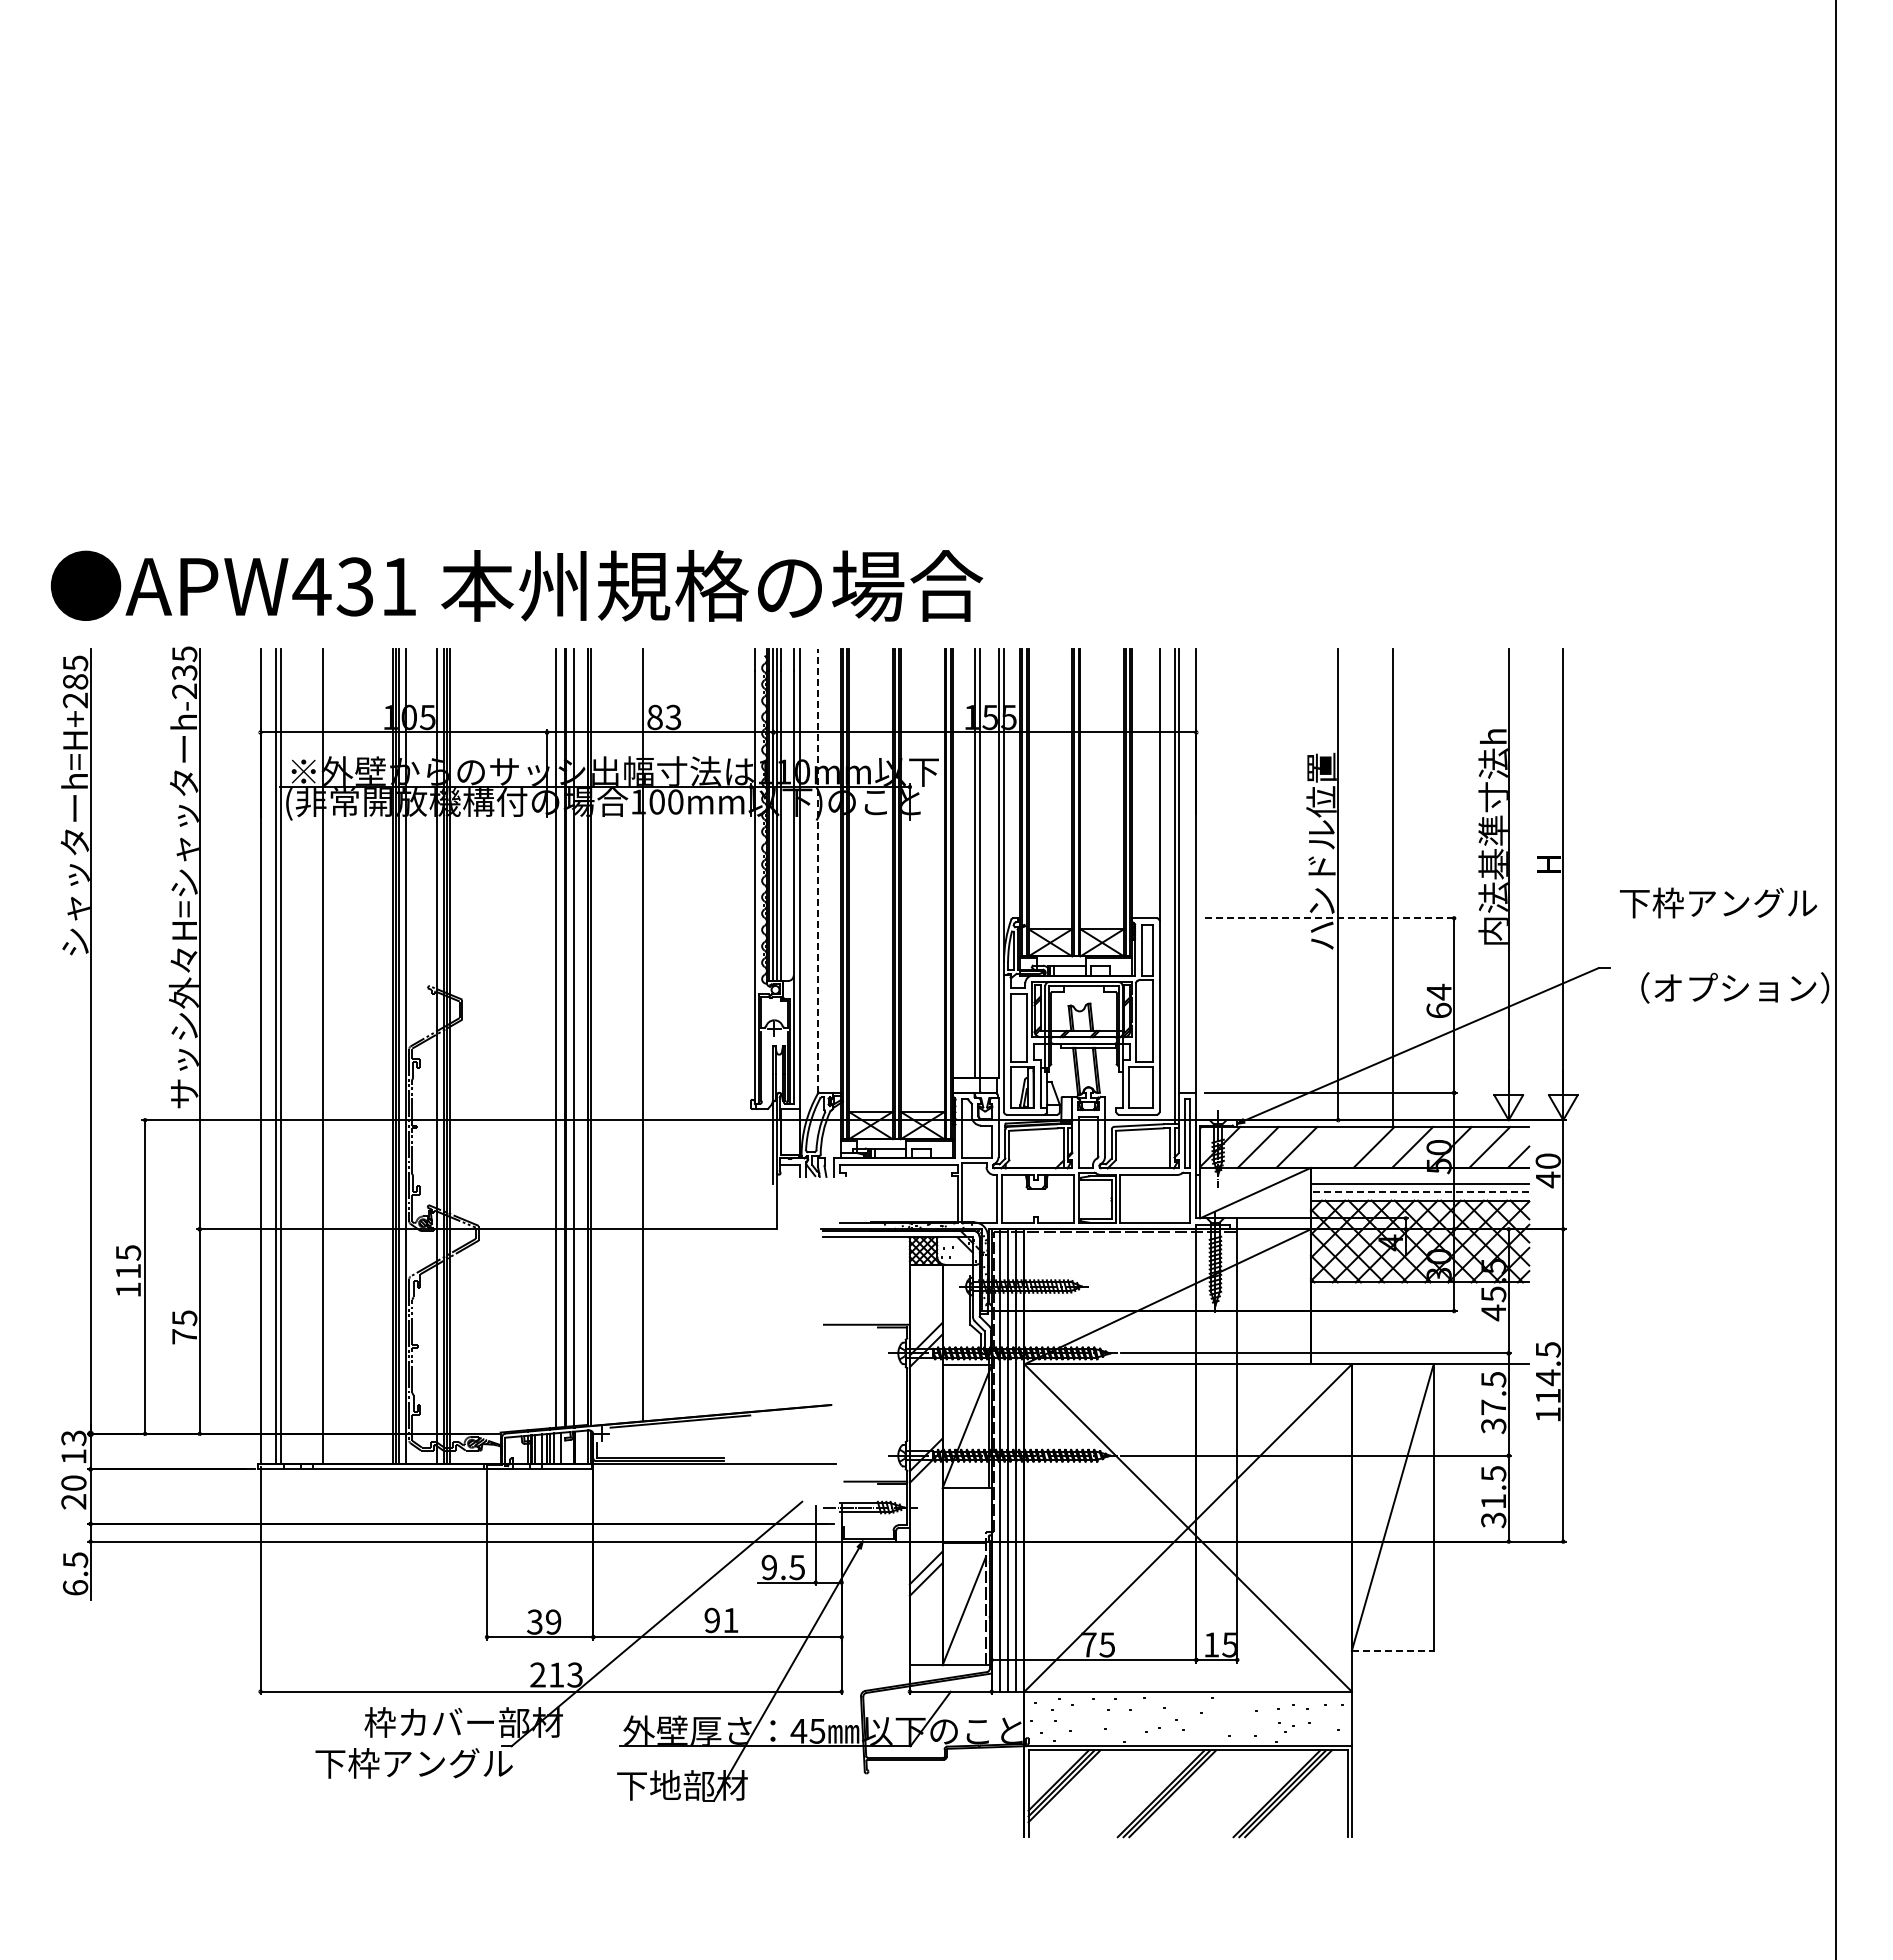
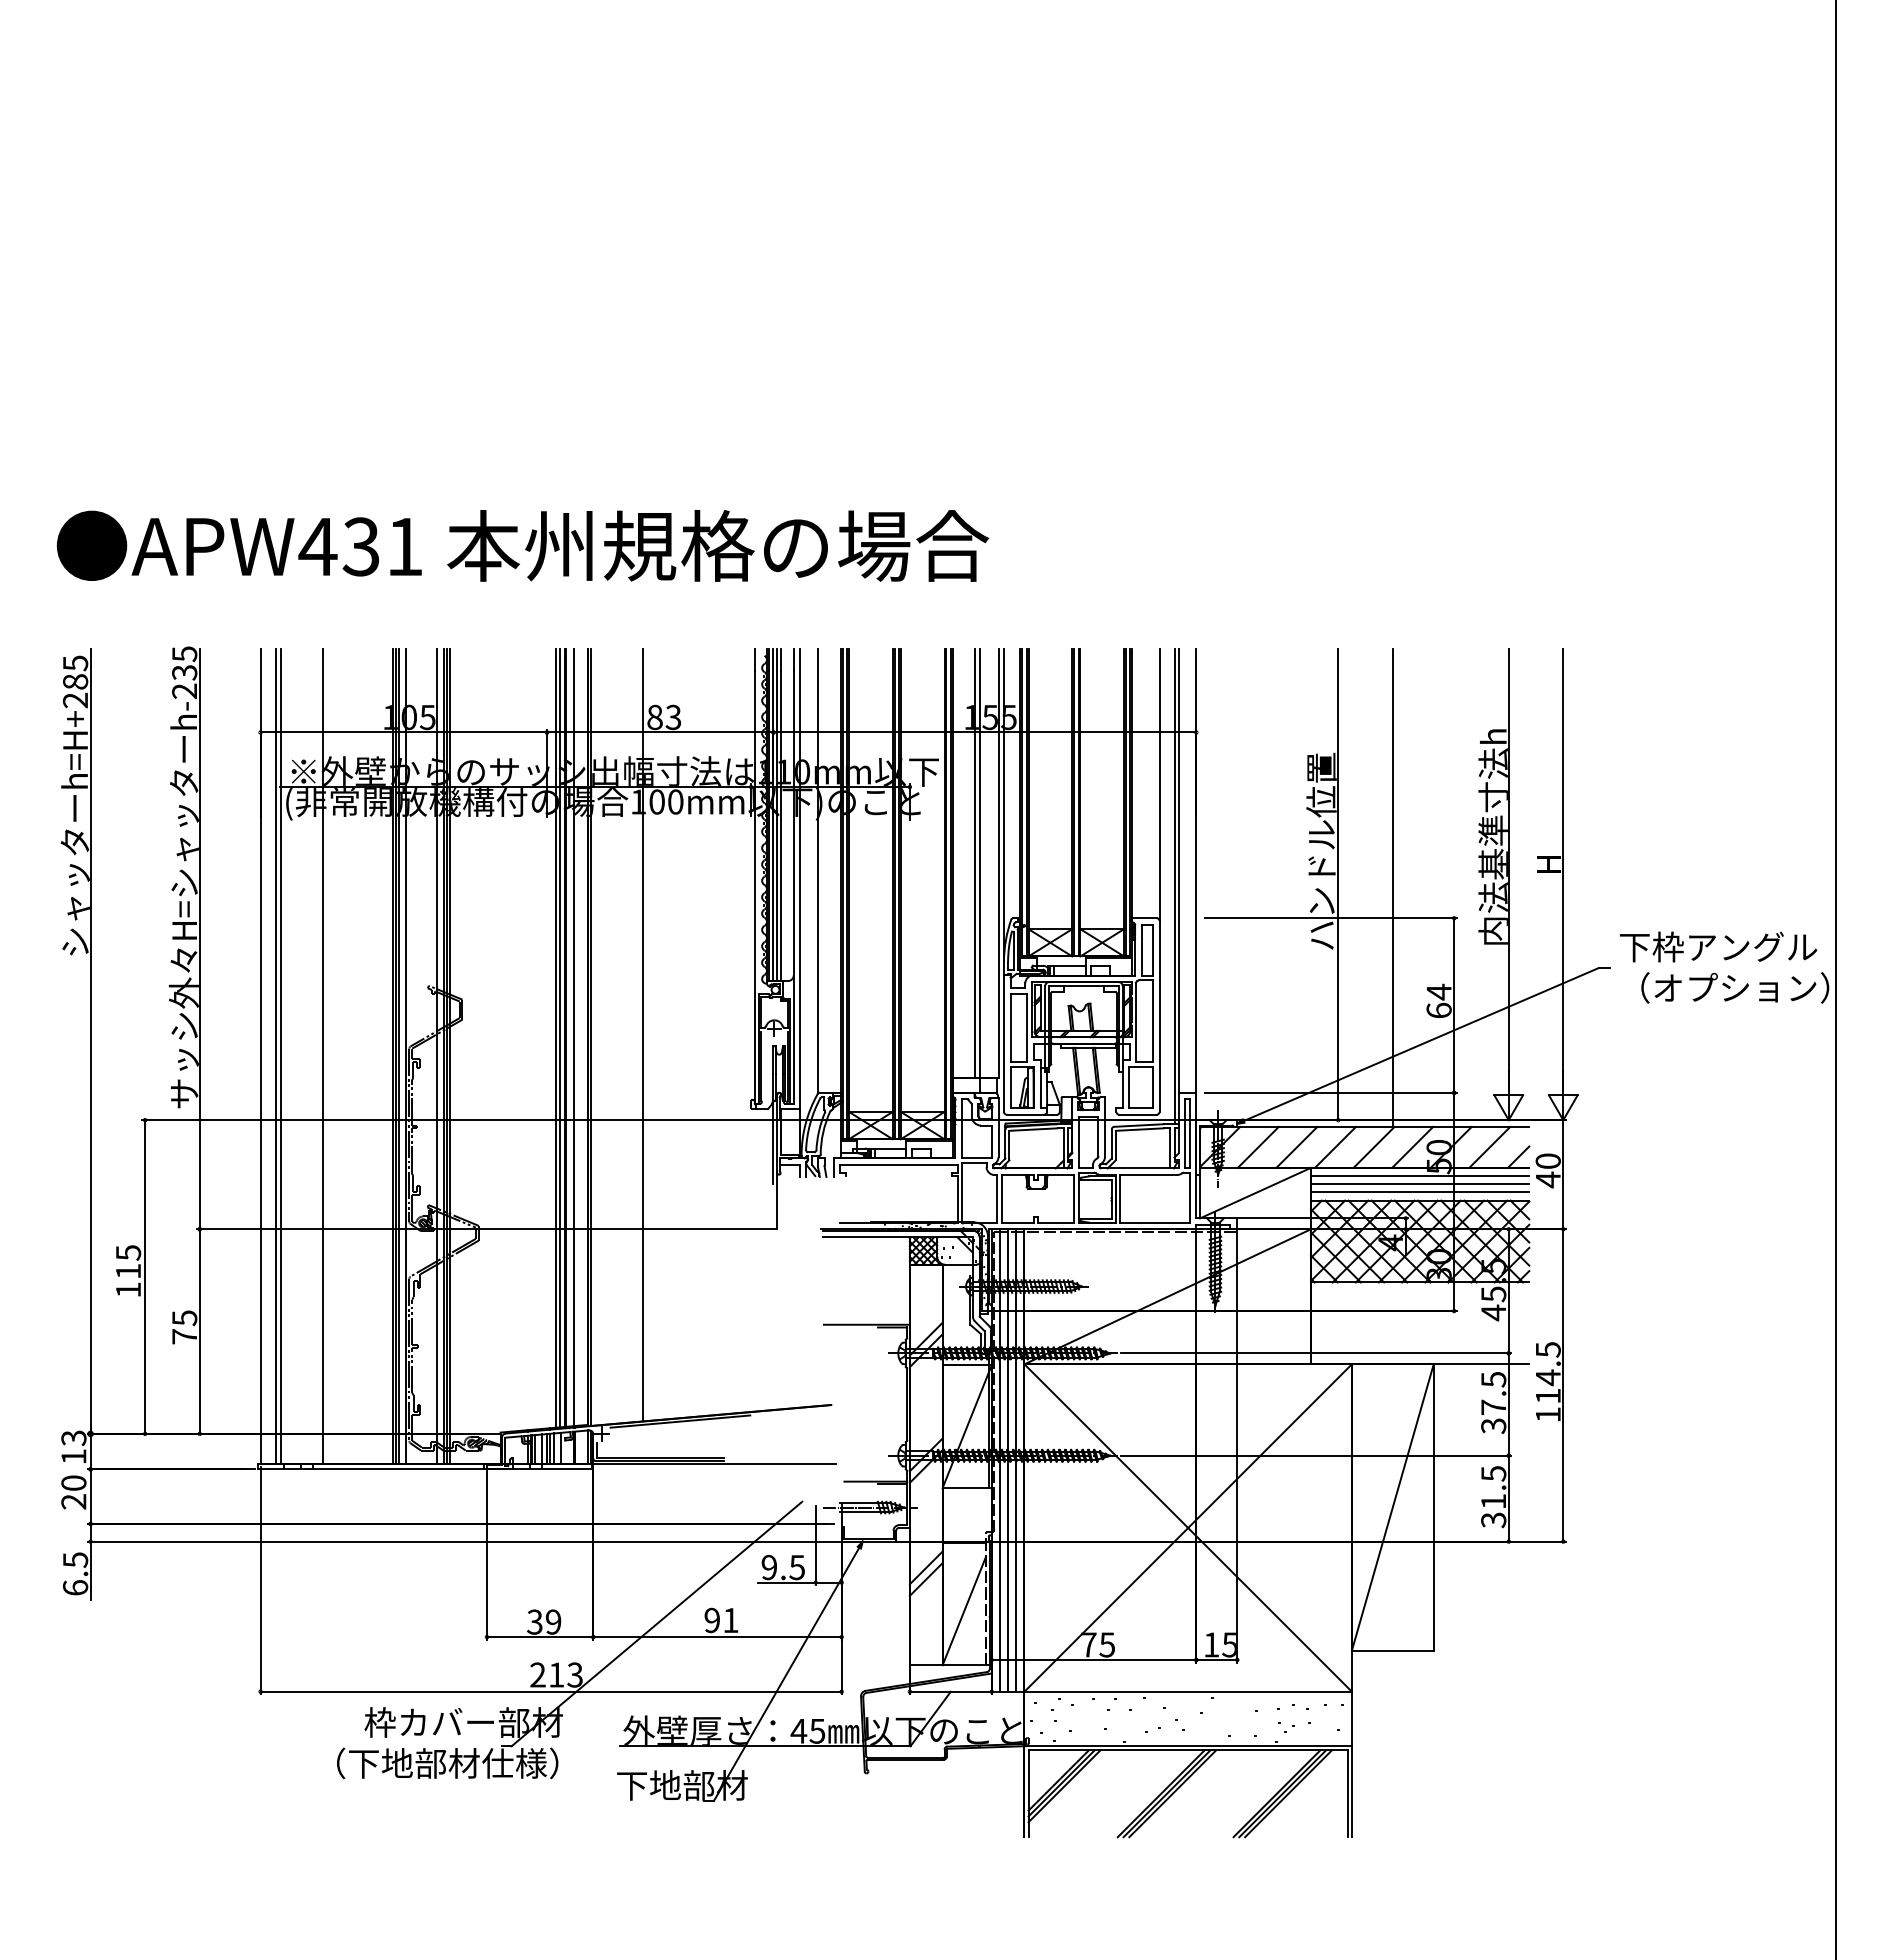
text at (516, 585) position: (516, 585) -> (522, 545)
line at (817, 870): dashed -> solid
text at (1718, 902) position: (1718, 902) -> (1718, 946)
line at (1331, 918): dashed -> solid
line at (560, 1037): none -> present
line at (1334, 1146): none -> present
line at (1419, 1176): none -> present
line at (1419, 1192): dashed -> solid
line at (1392, 1650): dashed -> solid
text at (436, 1763): 下枠アングル -> （下地部材仕様）
